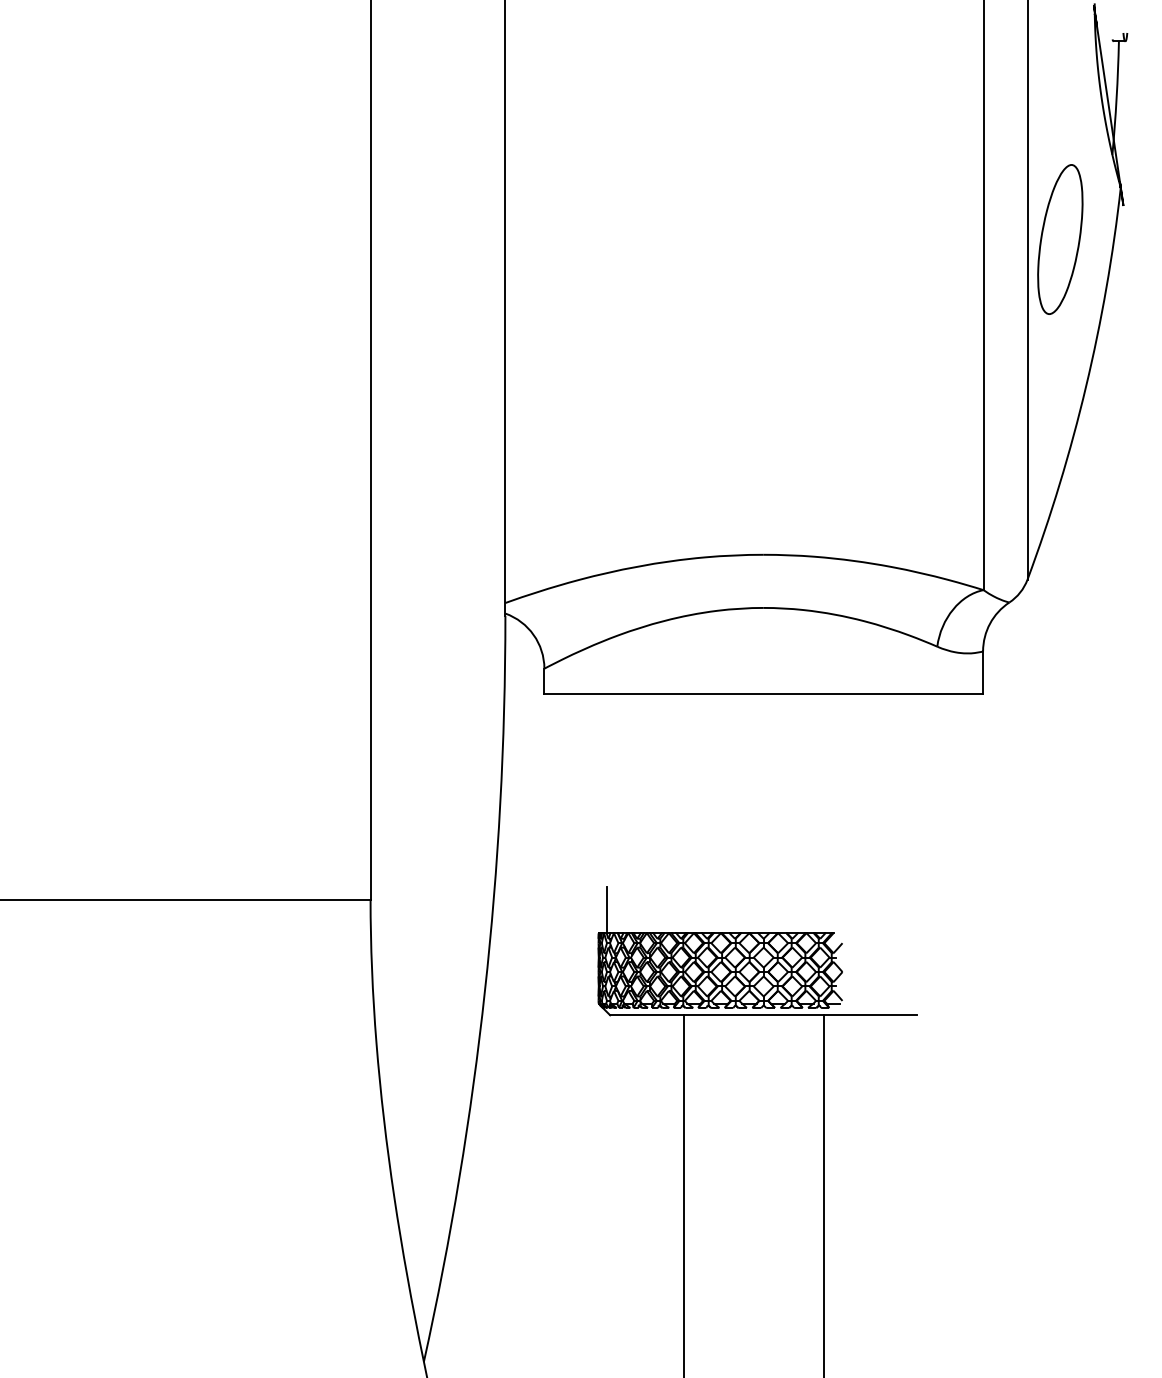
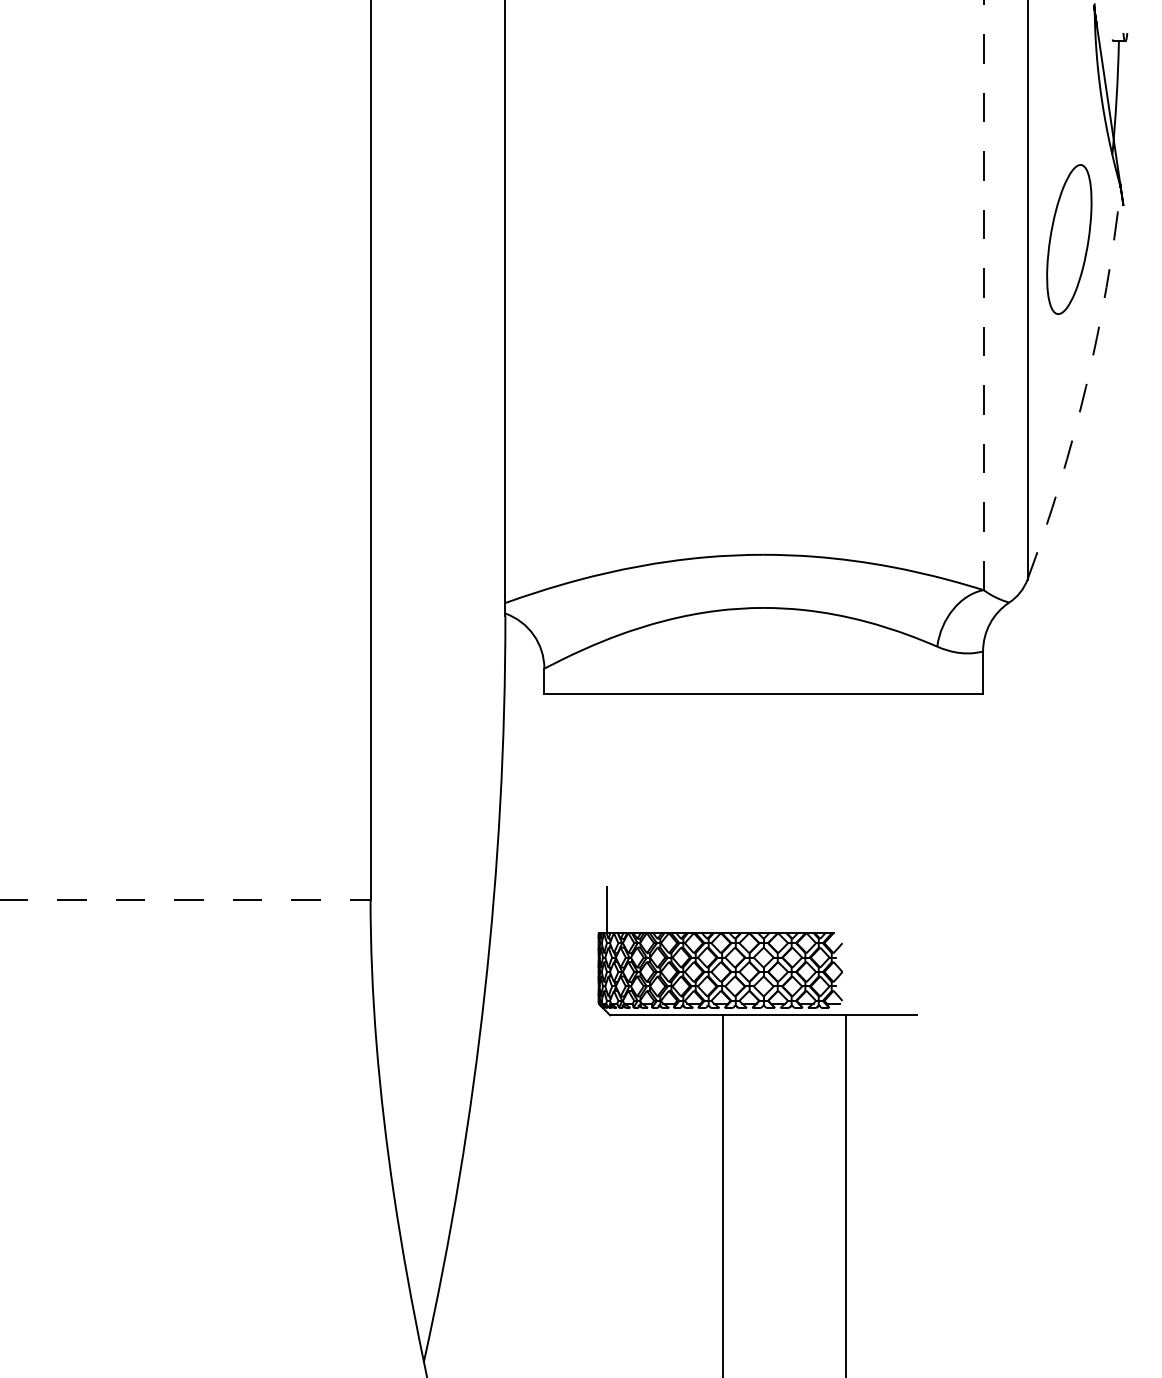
part at (1060, 239) position: (1060, 239) -> (1069, 239)
line at (983, 295): solid -> dashed
arc at (1086, 386): solid -> dashed
line at (185, 899): solid -> dashed
line at (684, 1194) position: (684, 1194) -> (723, 1194)
line at (824, 1194) position: (824, 1194) -> (846, 1194)
